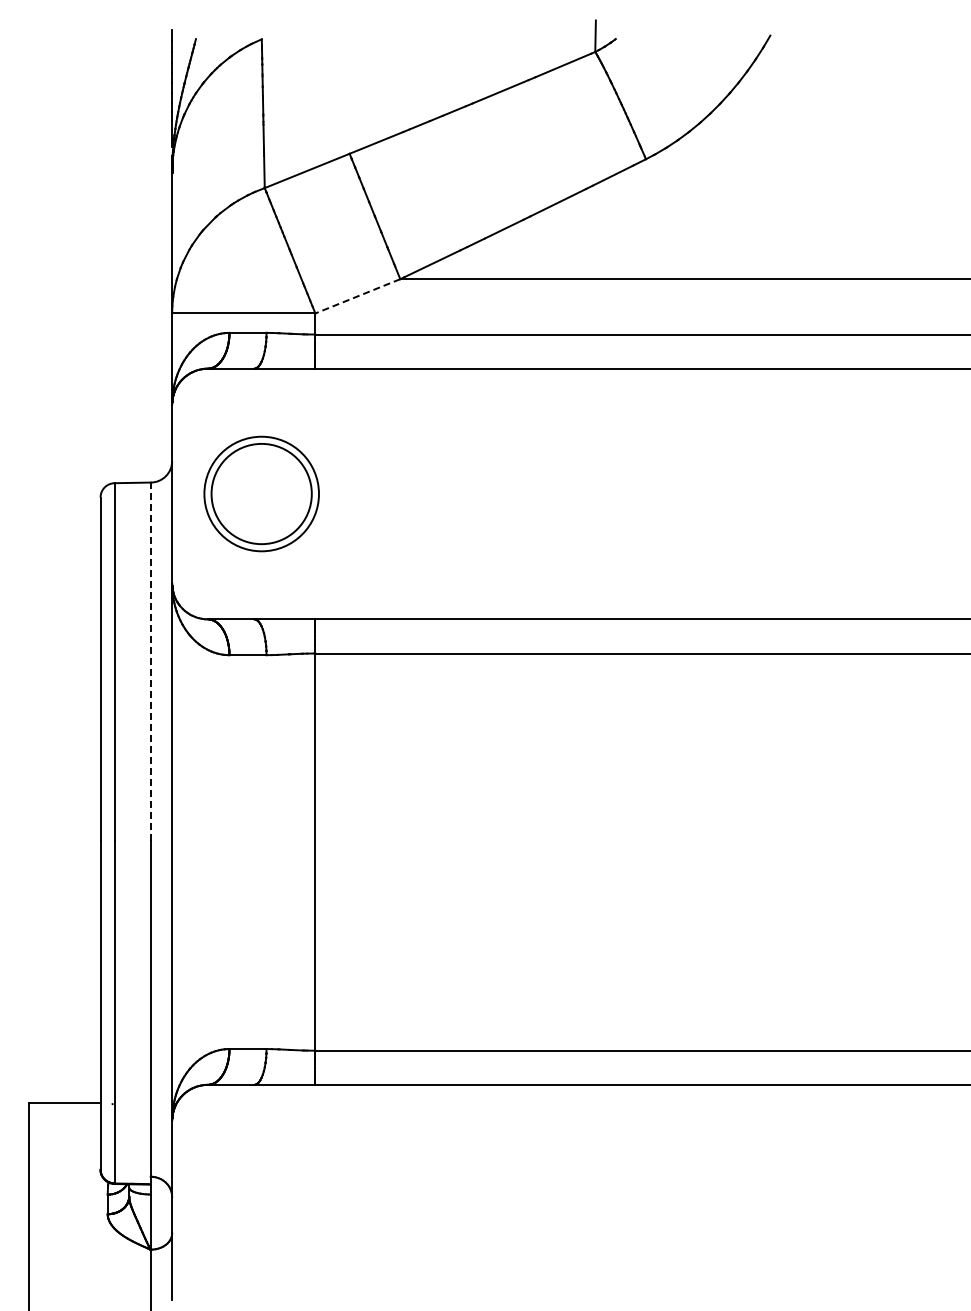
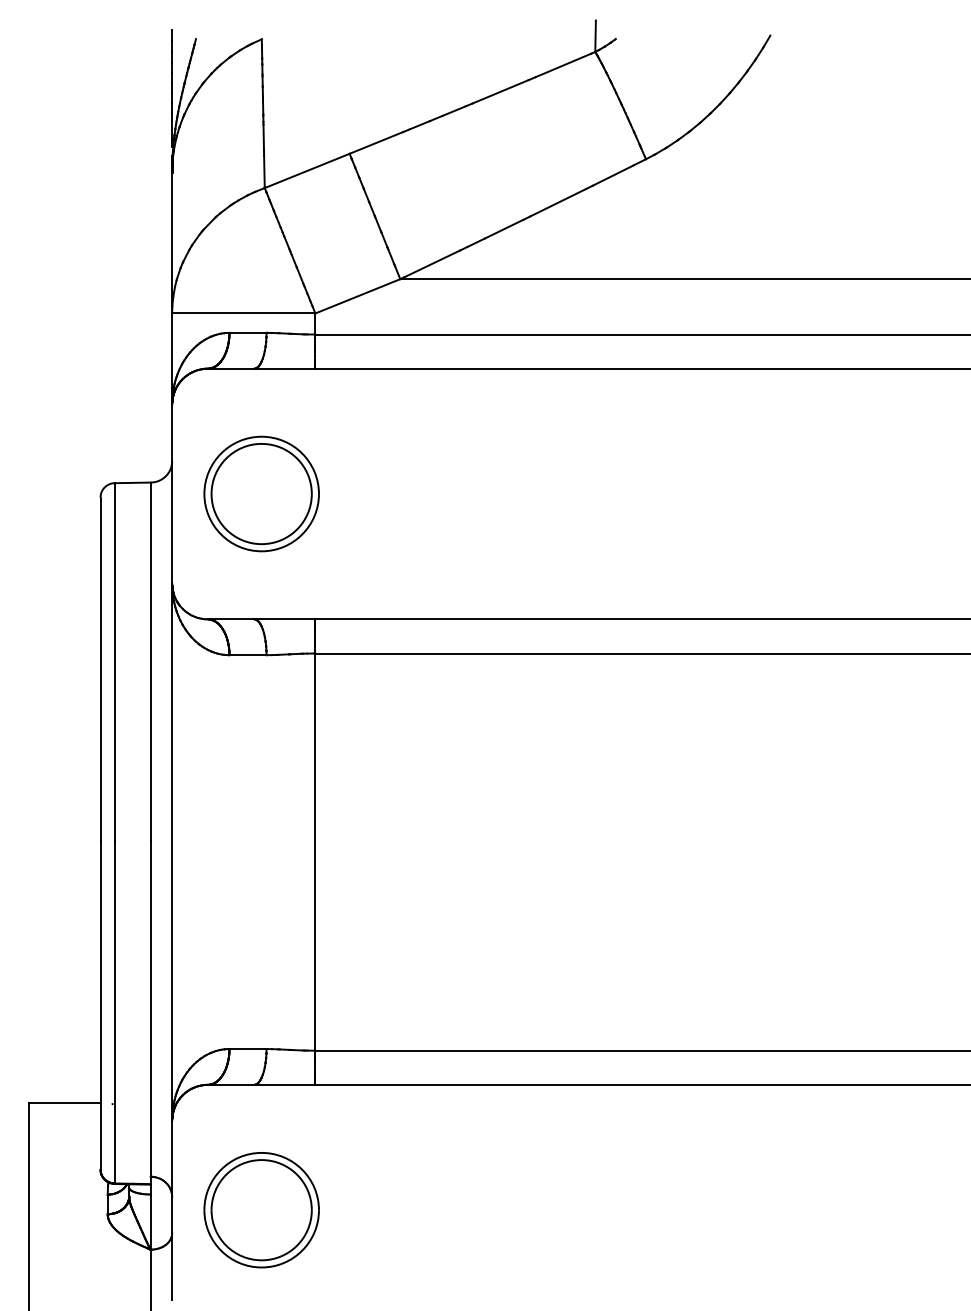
line at (357, 296): dashed -> solid
line at (150, 661): dashed -> solid
part at (261, 1210): none -> present
